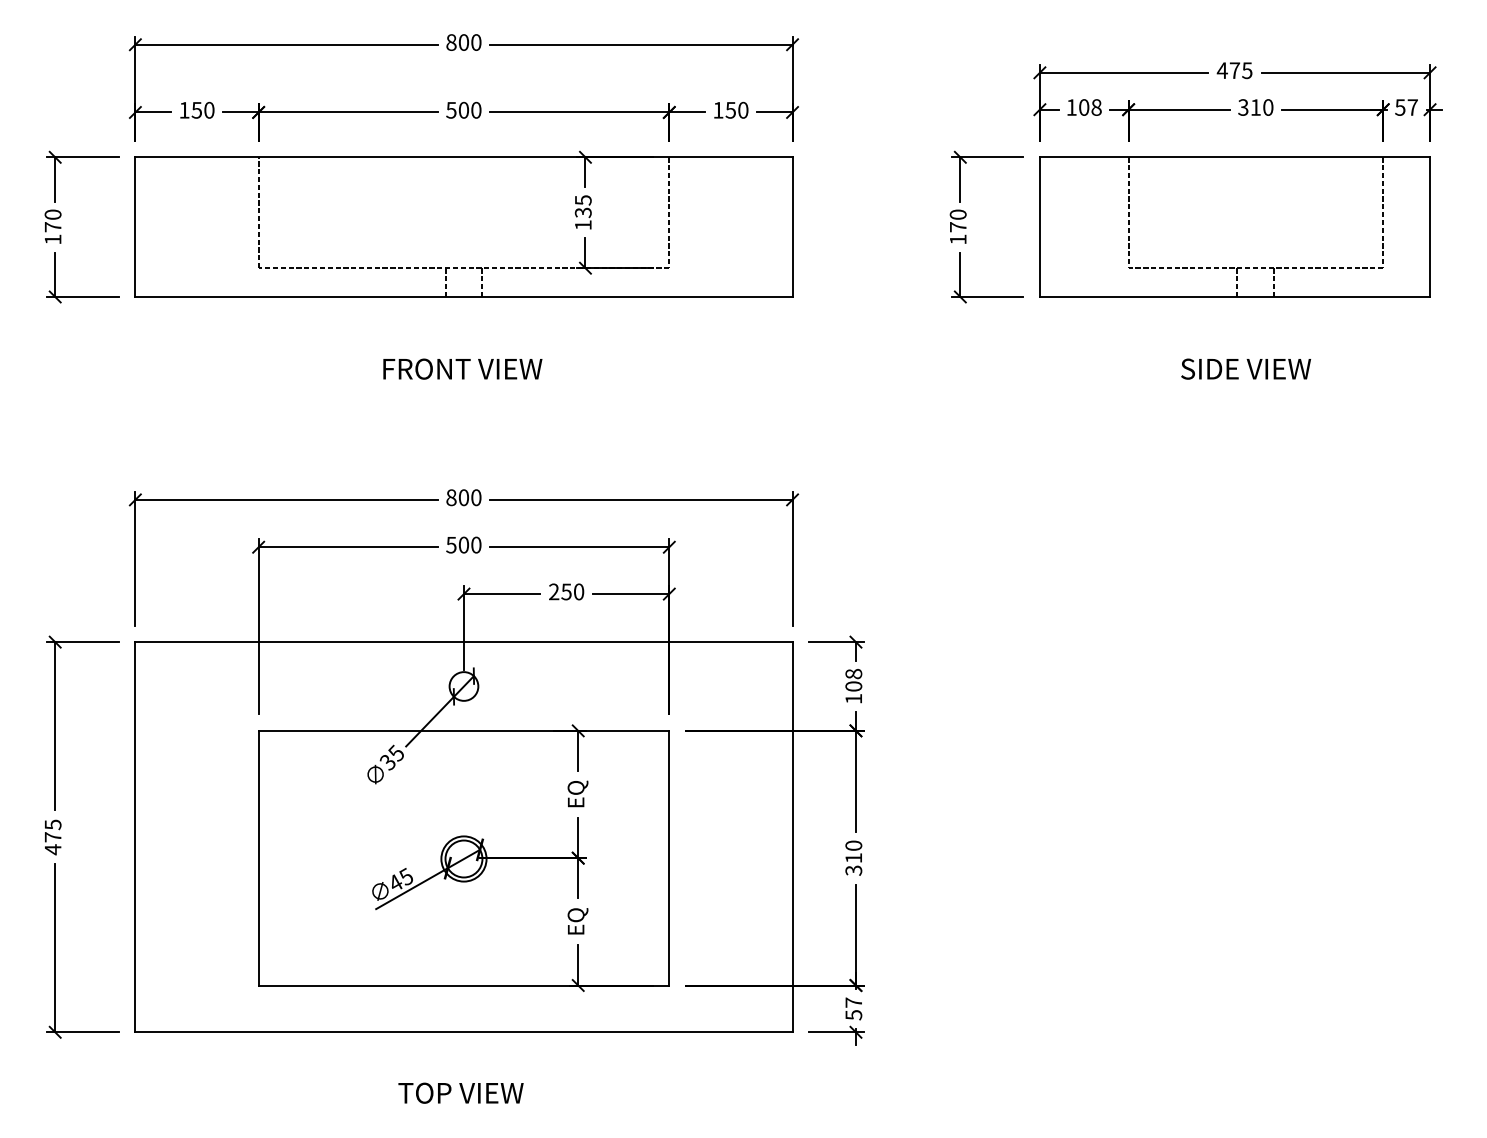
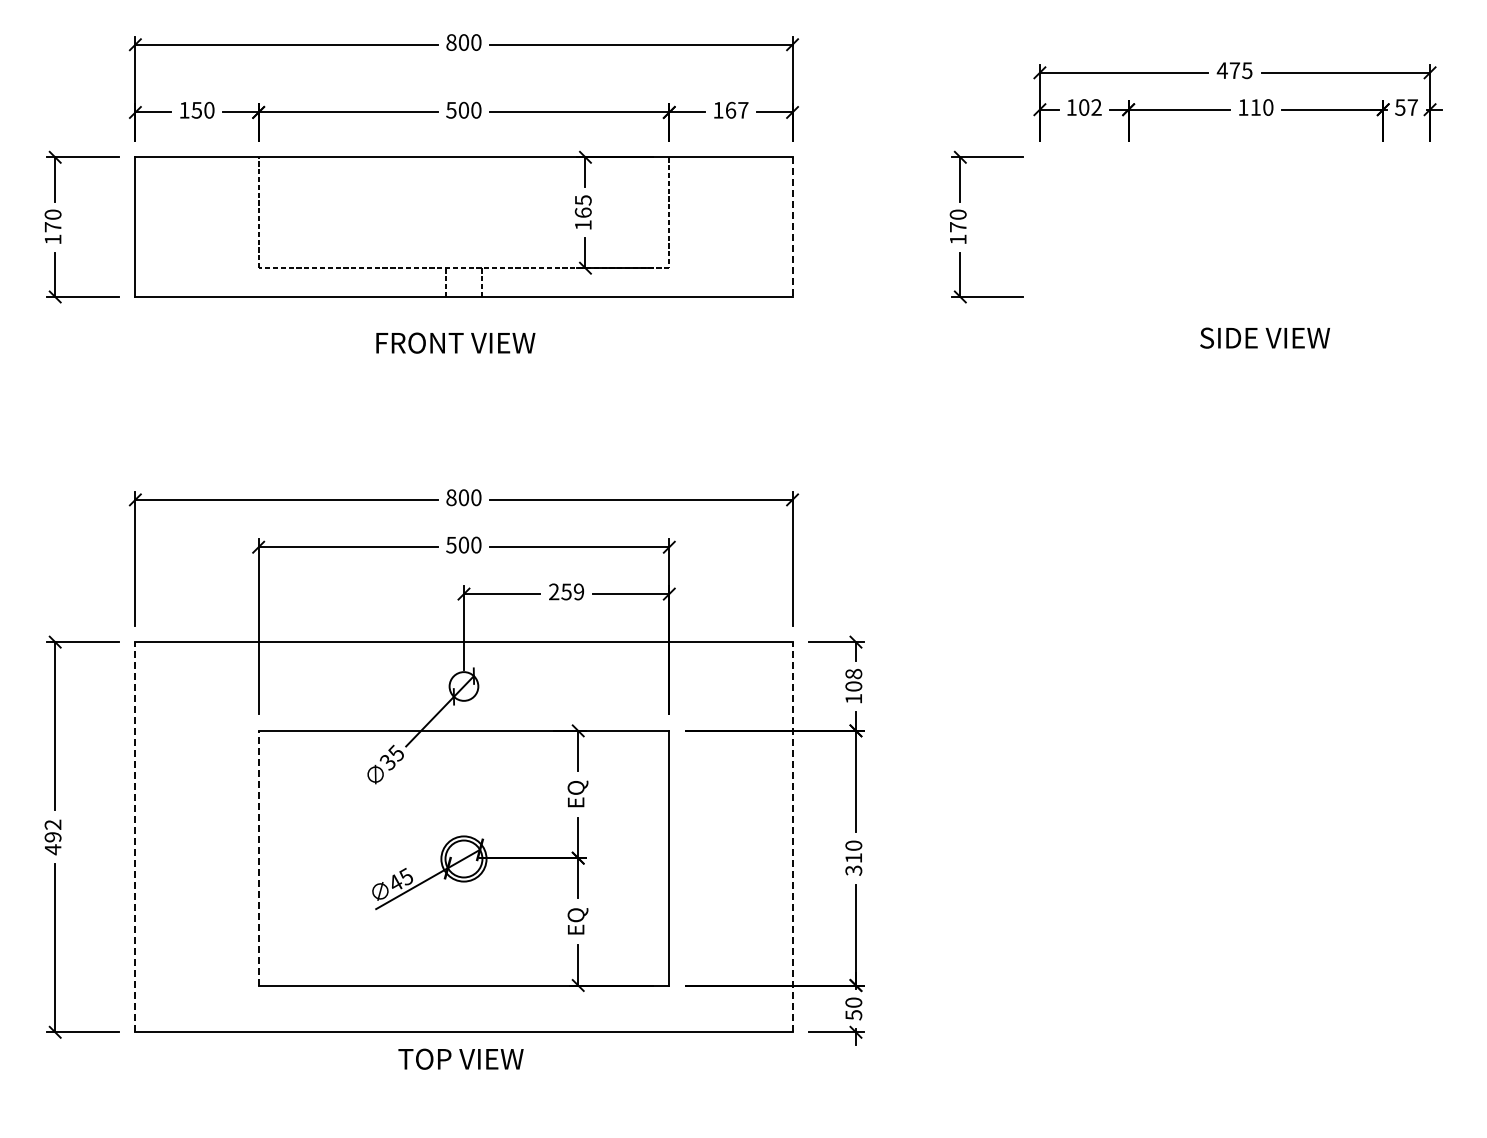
text at (1096, 107): 108 -> 102
text at (1243, 107): 310 -> 110
text at (736, 109): 150 -> 167
text at (582, 212): 135 -> 165
part at (1234, 226): present -> none
line at (792, 227): solid -> dashed
text at (462, 368) position: (462, 368) -> (455, 342)
text at (1245, 368) position: (1245, 368) -> (1264, 337)
text at (578, 591): 250 -> 259
text at (52, 830): 475 -> 492
line at (135, 836): solid -> dashed
line at (792, 836): solid -> dashed
line at (258, 857): solid -> dashed
text at (853, 1002): 57 -> 50
text at (460, 1092) position: (460, 1092) -> (460, 1058)
